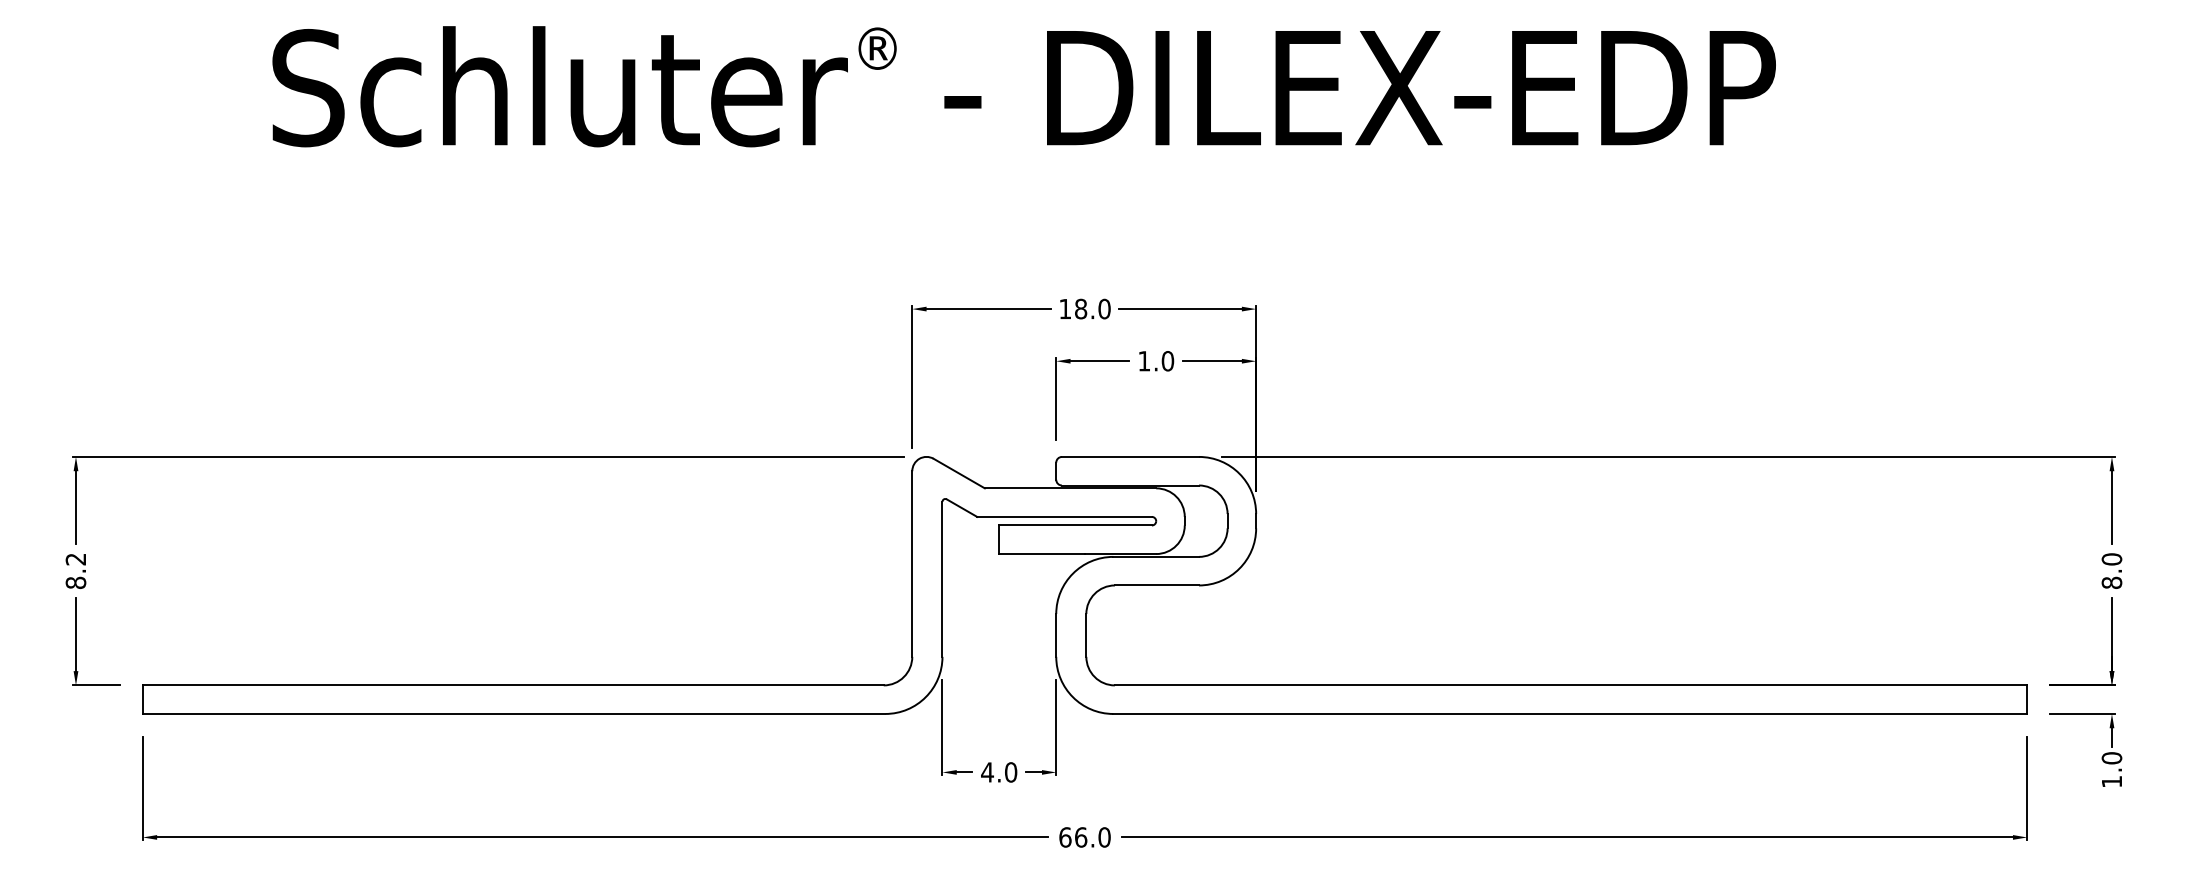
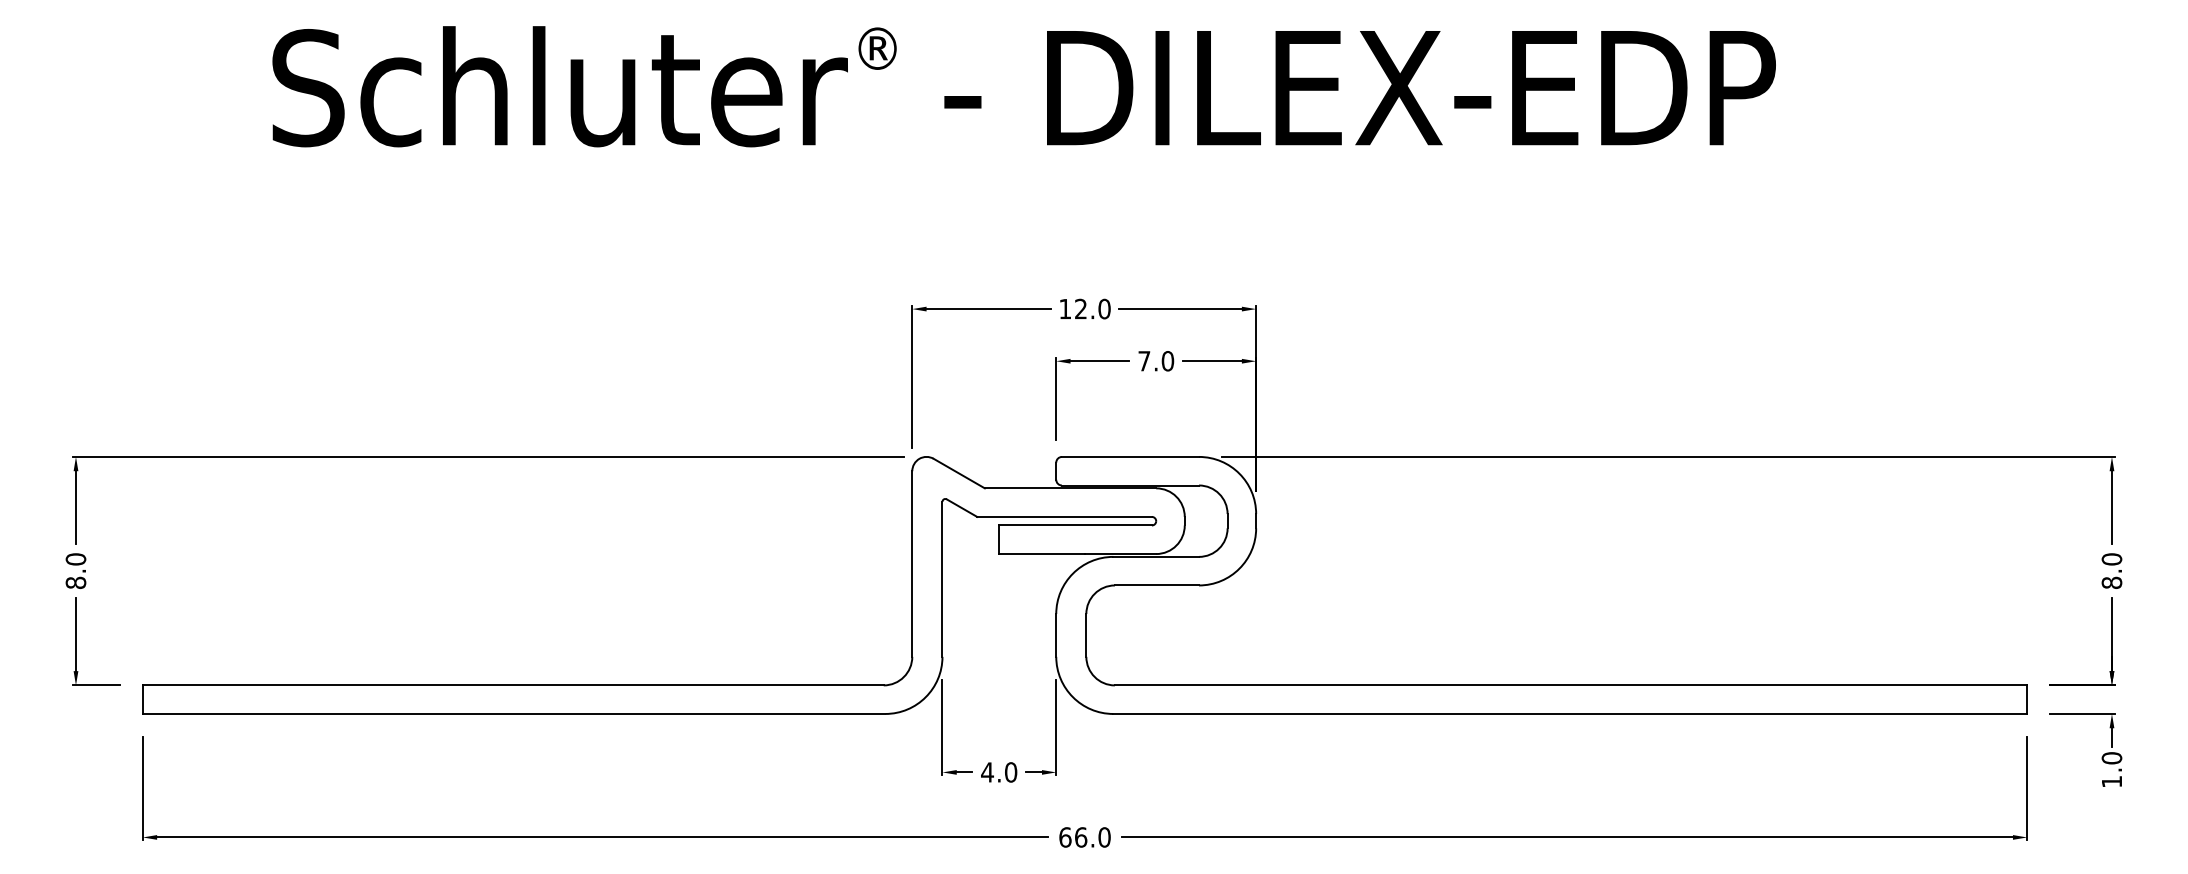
text at (1081, 308): 18.0 -> 12.0
text at (1144, 361): 1.0 -> 7.0
text at (75, 559): 8.2 -> 8.0
